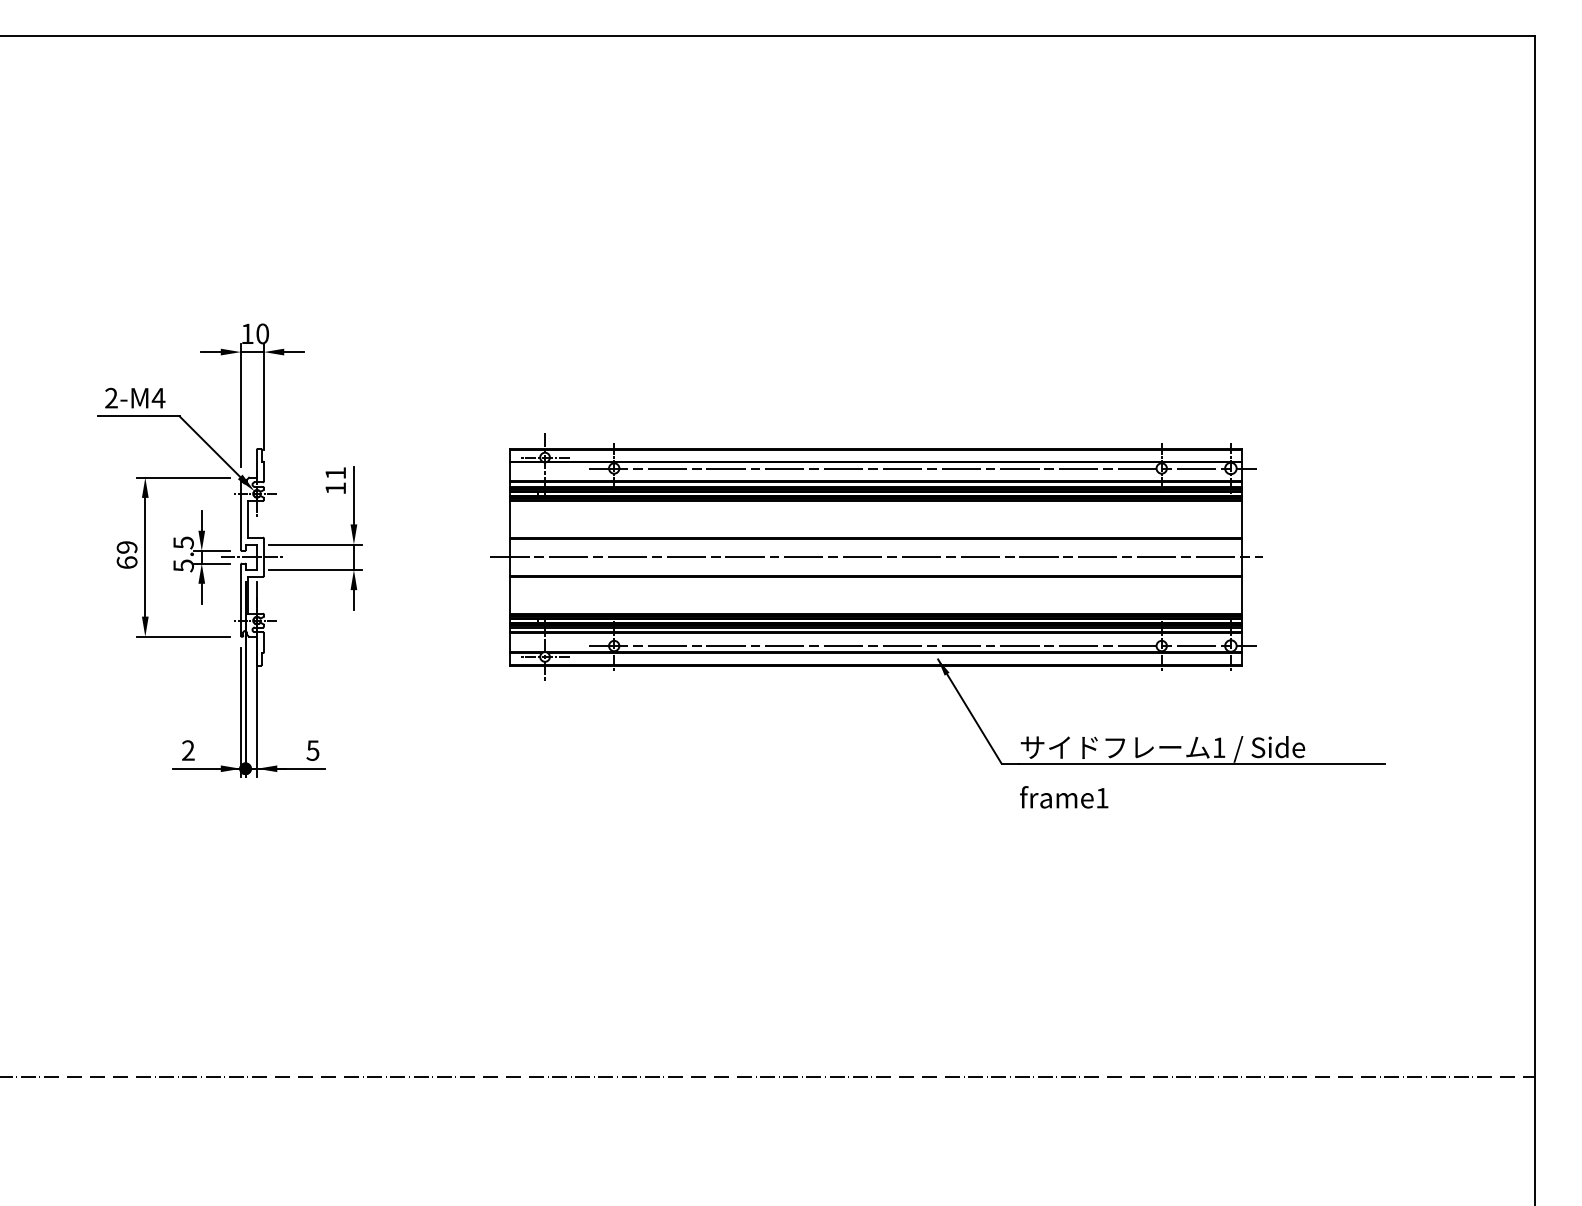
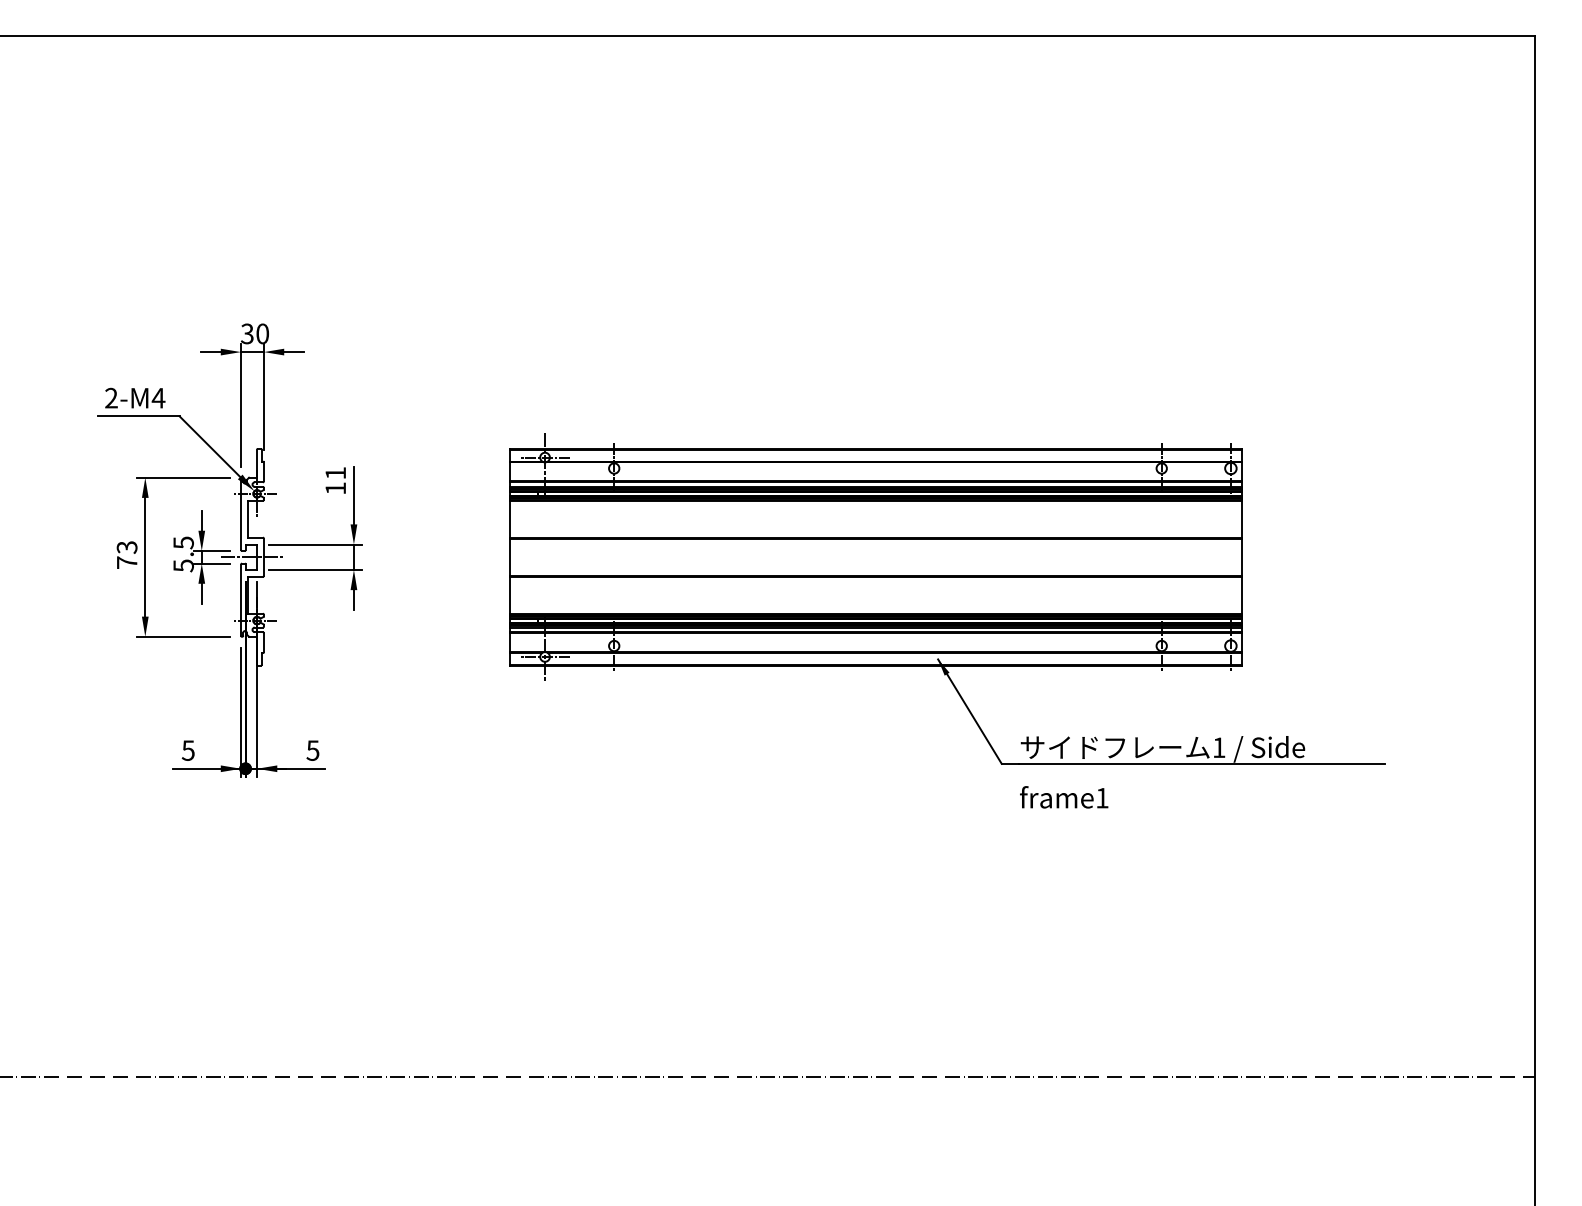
text at (246, 333): 10 -> 30
line at (922, 468): present -> none
text at (126, 554): 69 -> 73
line at (876, 557): present -> none
line at (922, 646): present -> none
text at (187, 750): 2 -> 5
